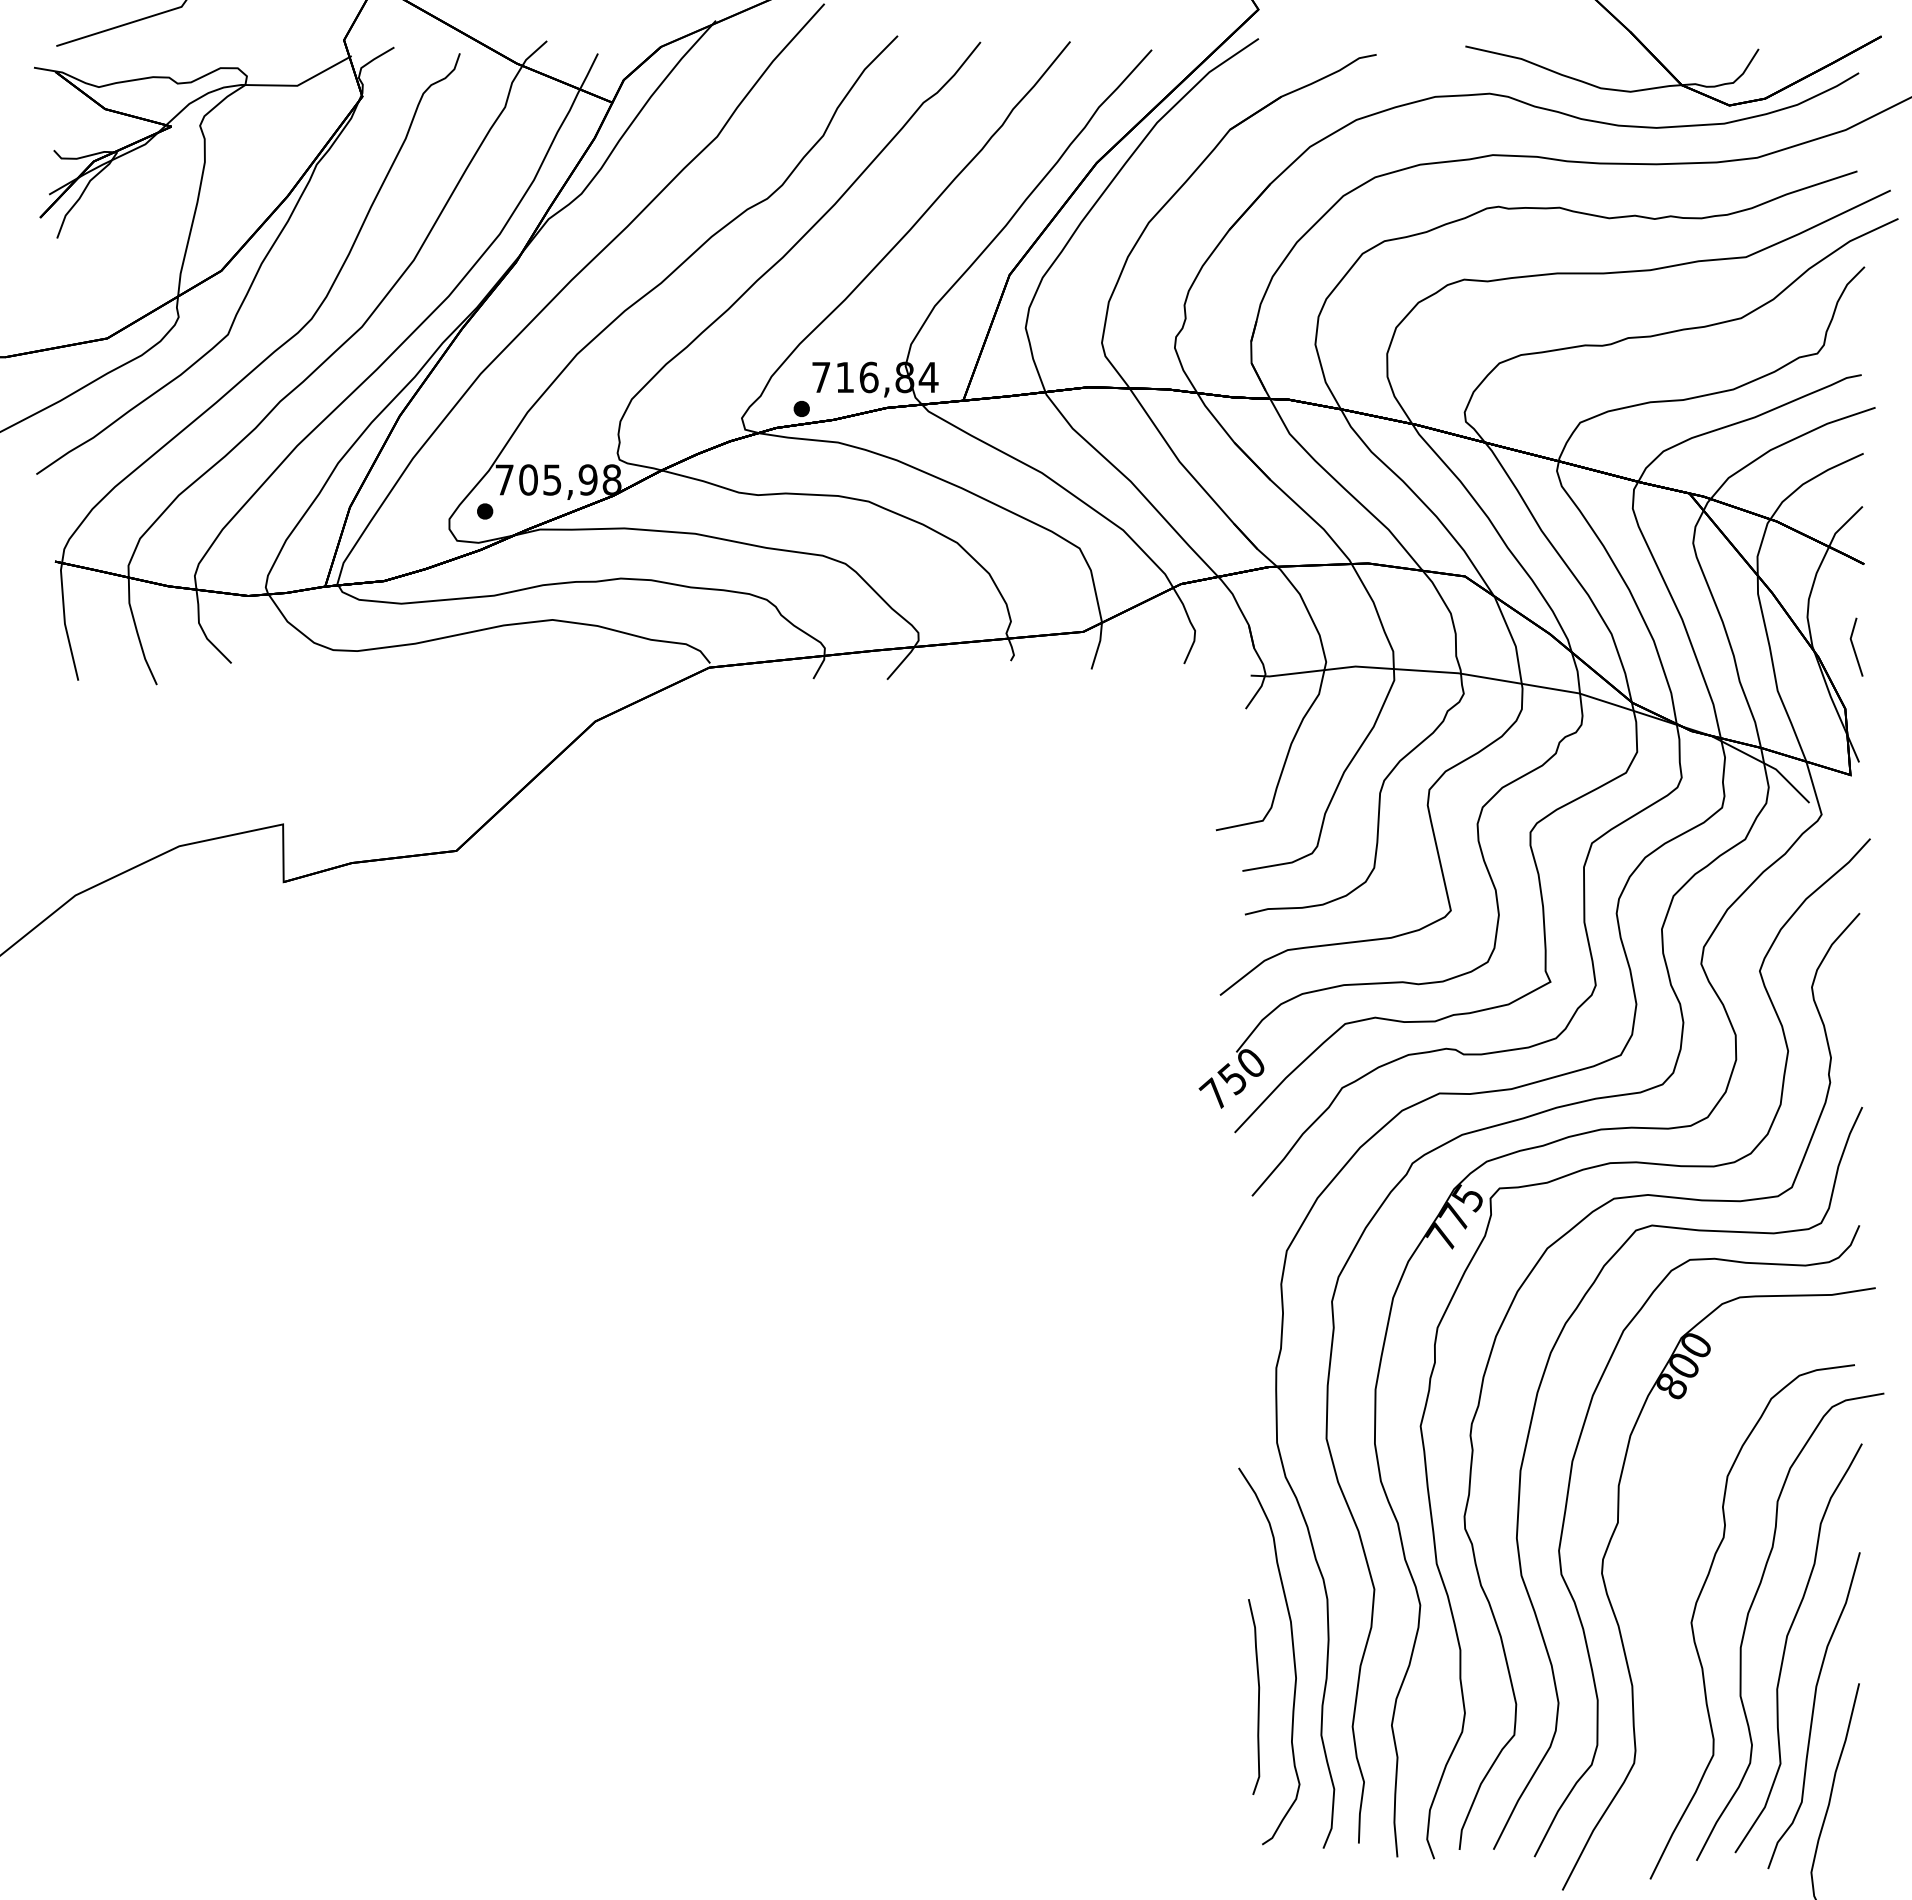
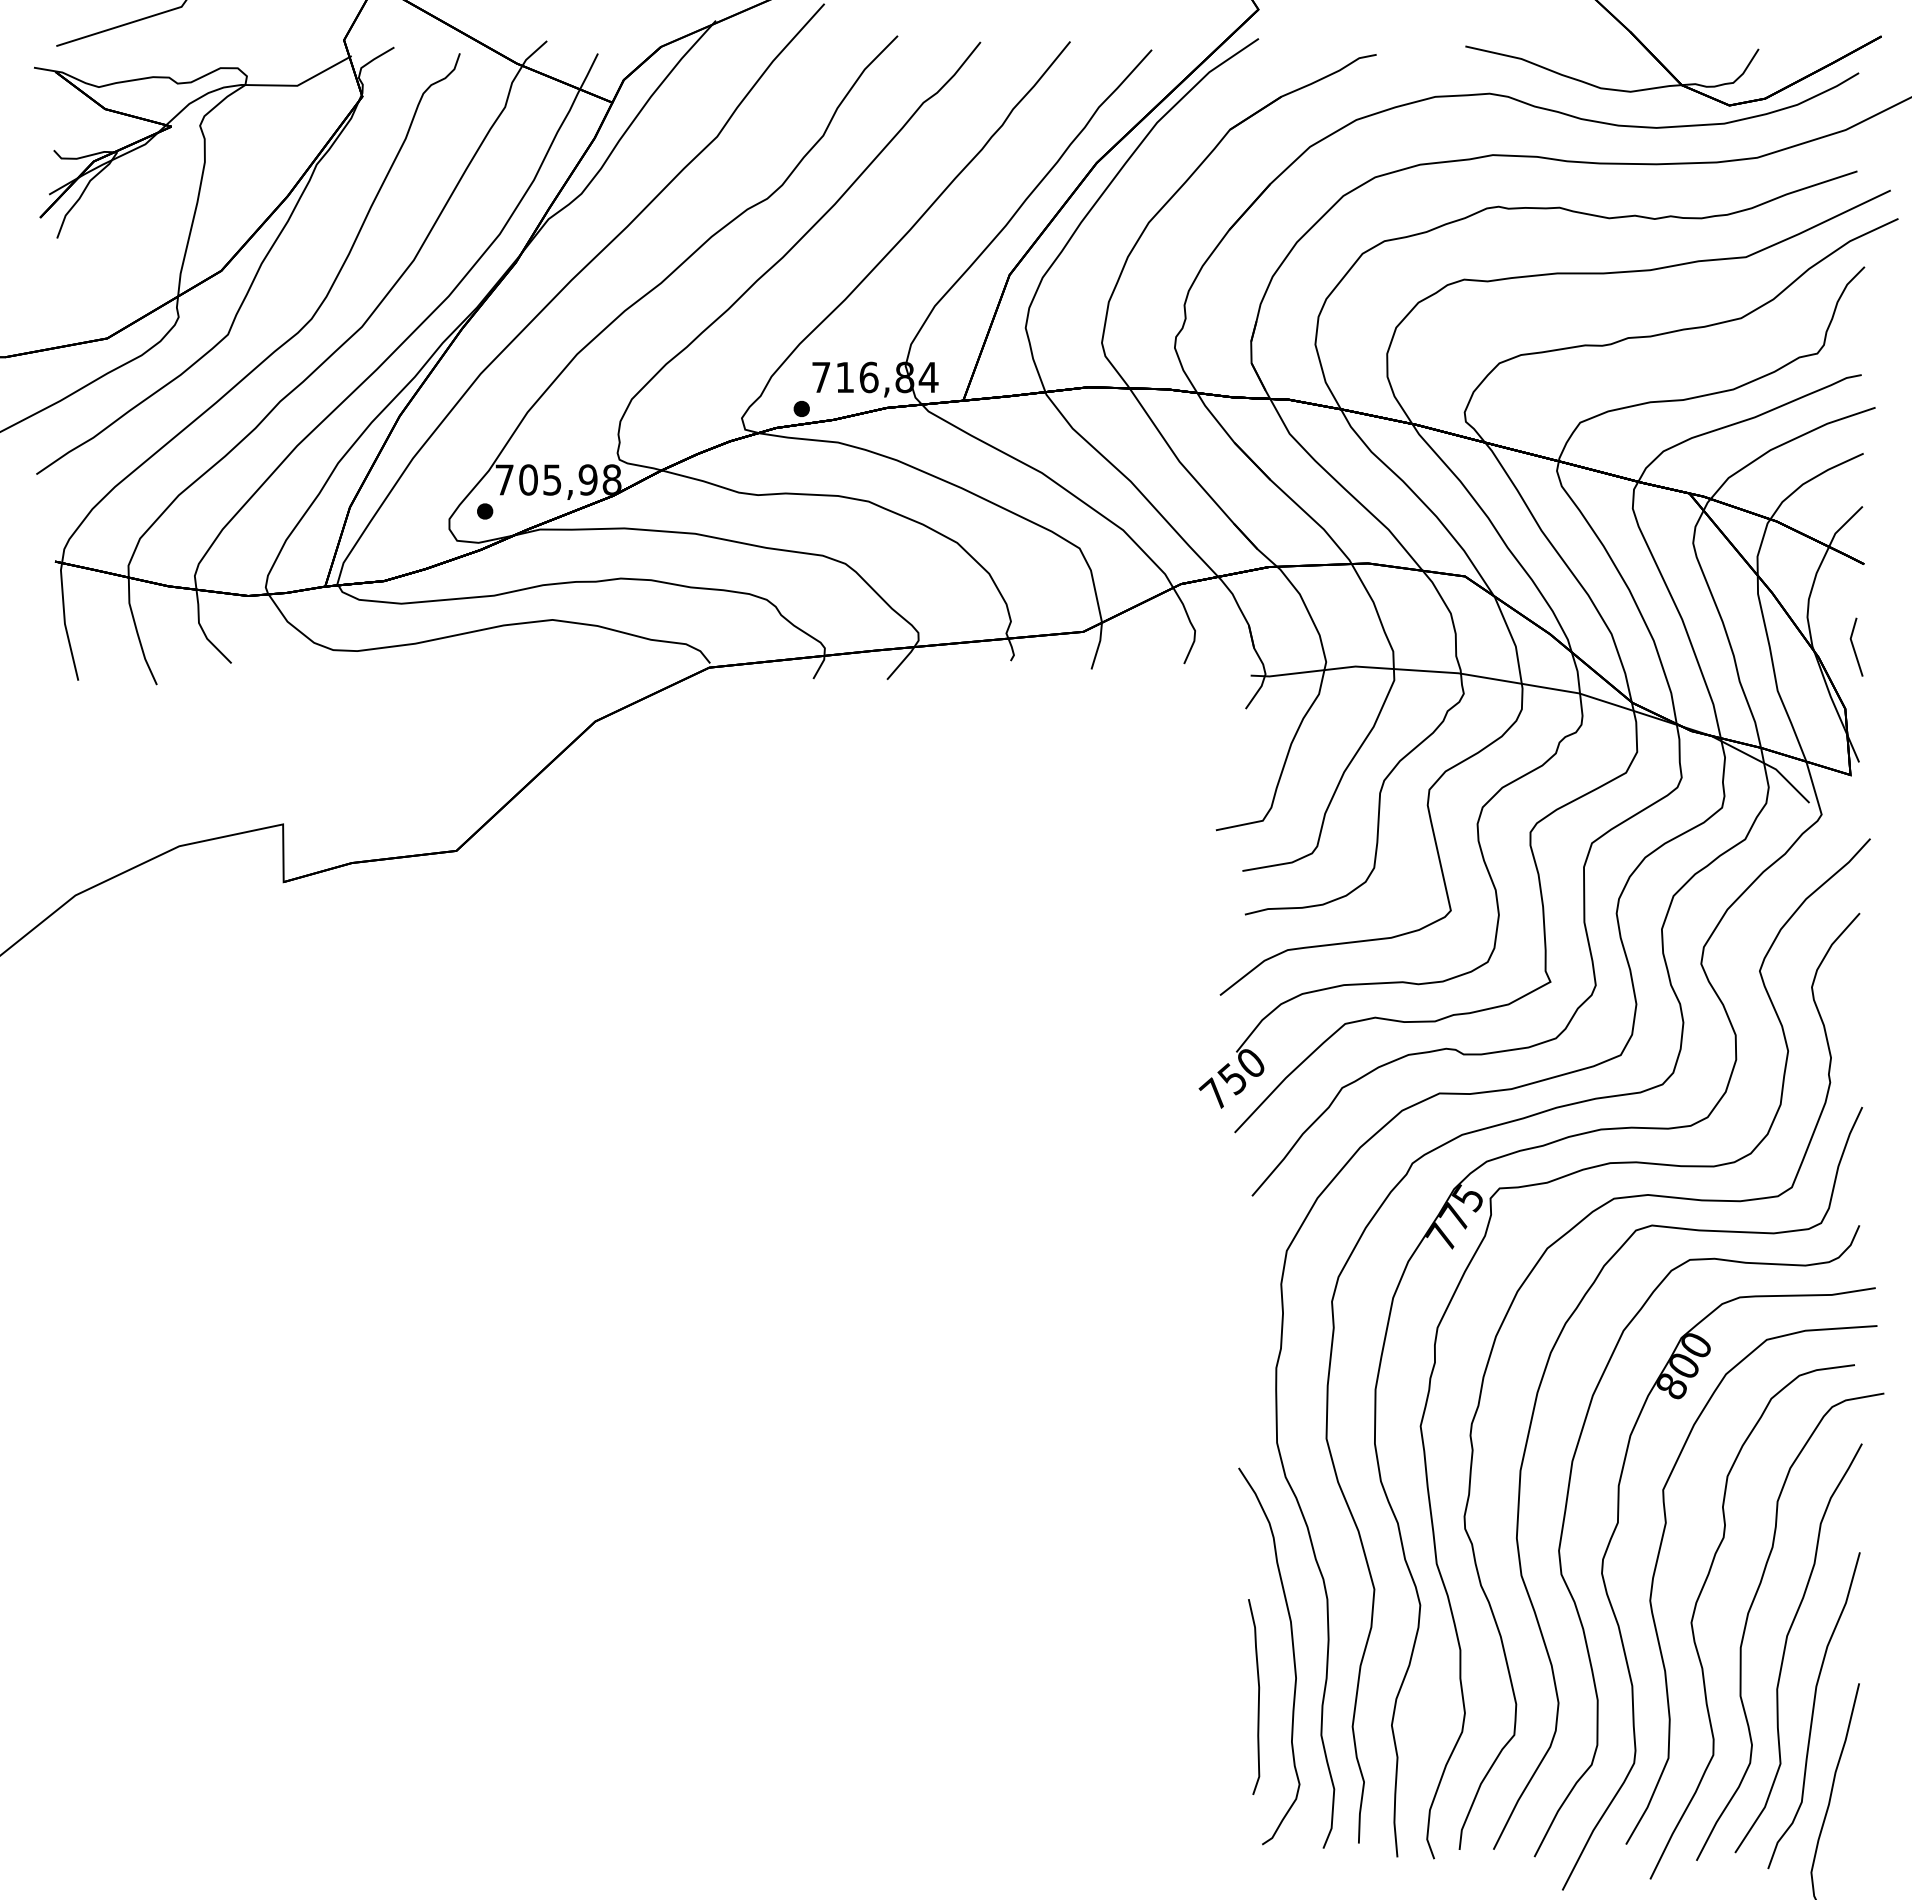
curve at (1658, 1560): none -> present
